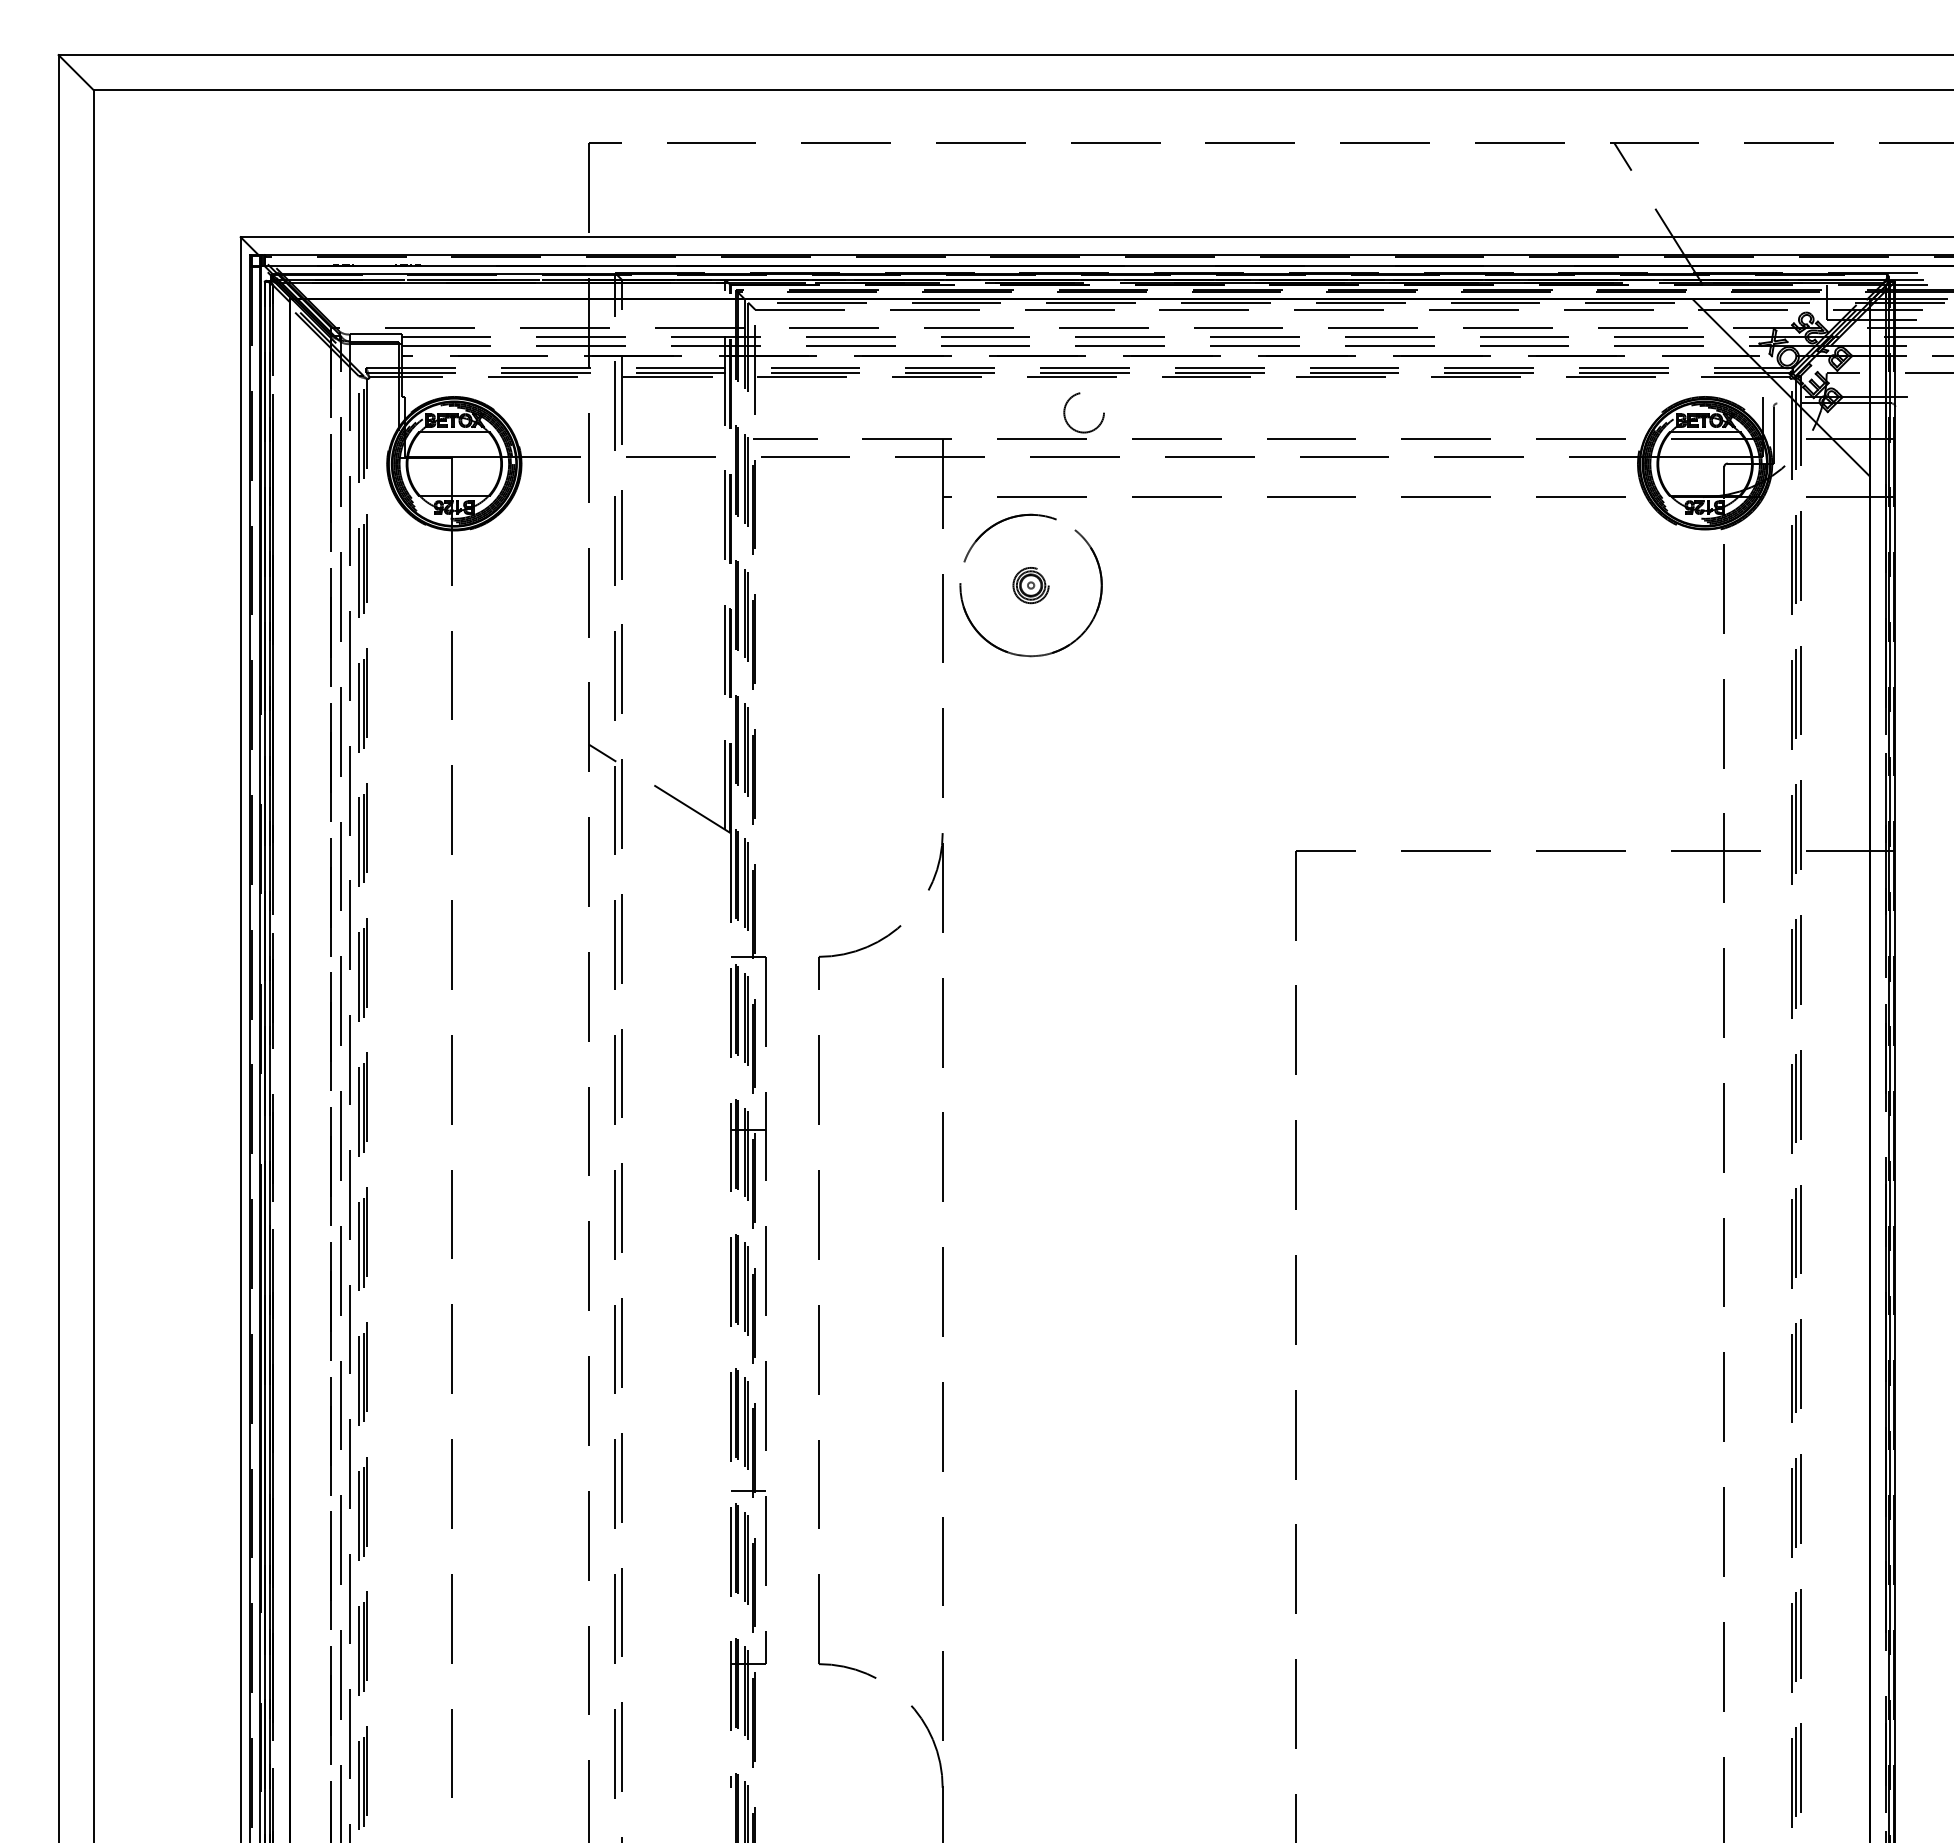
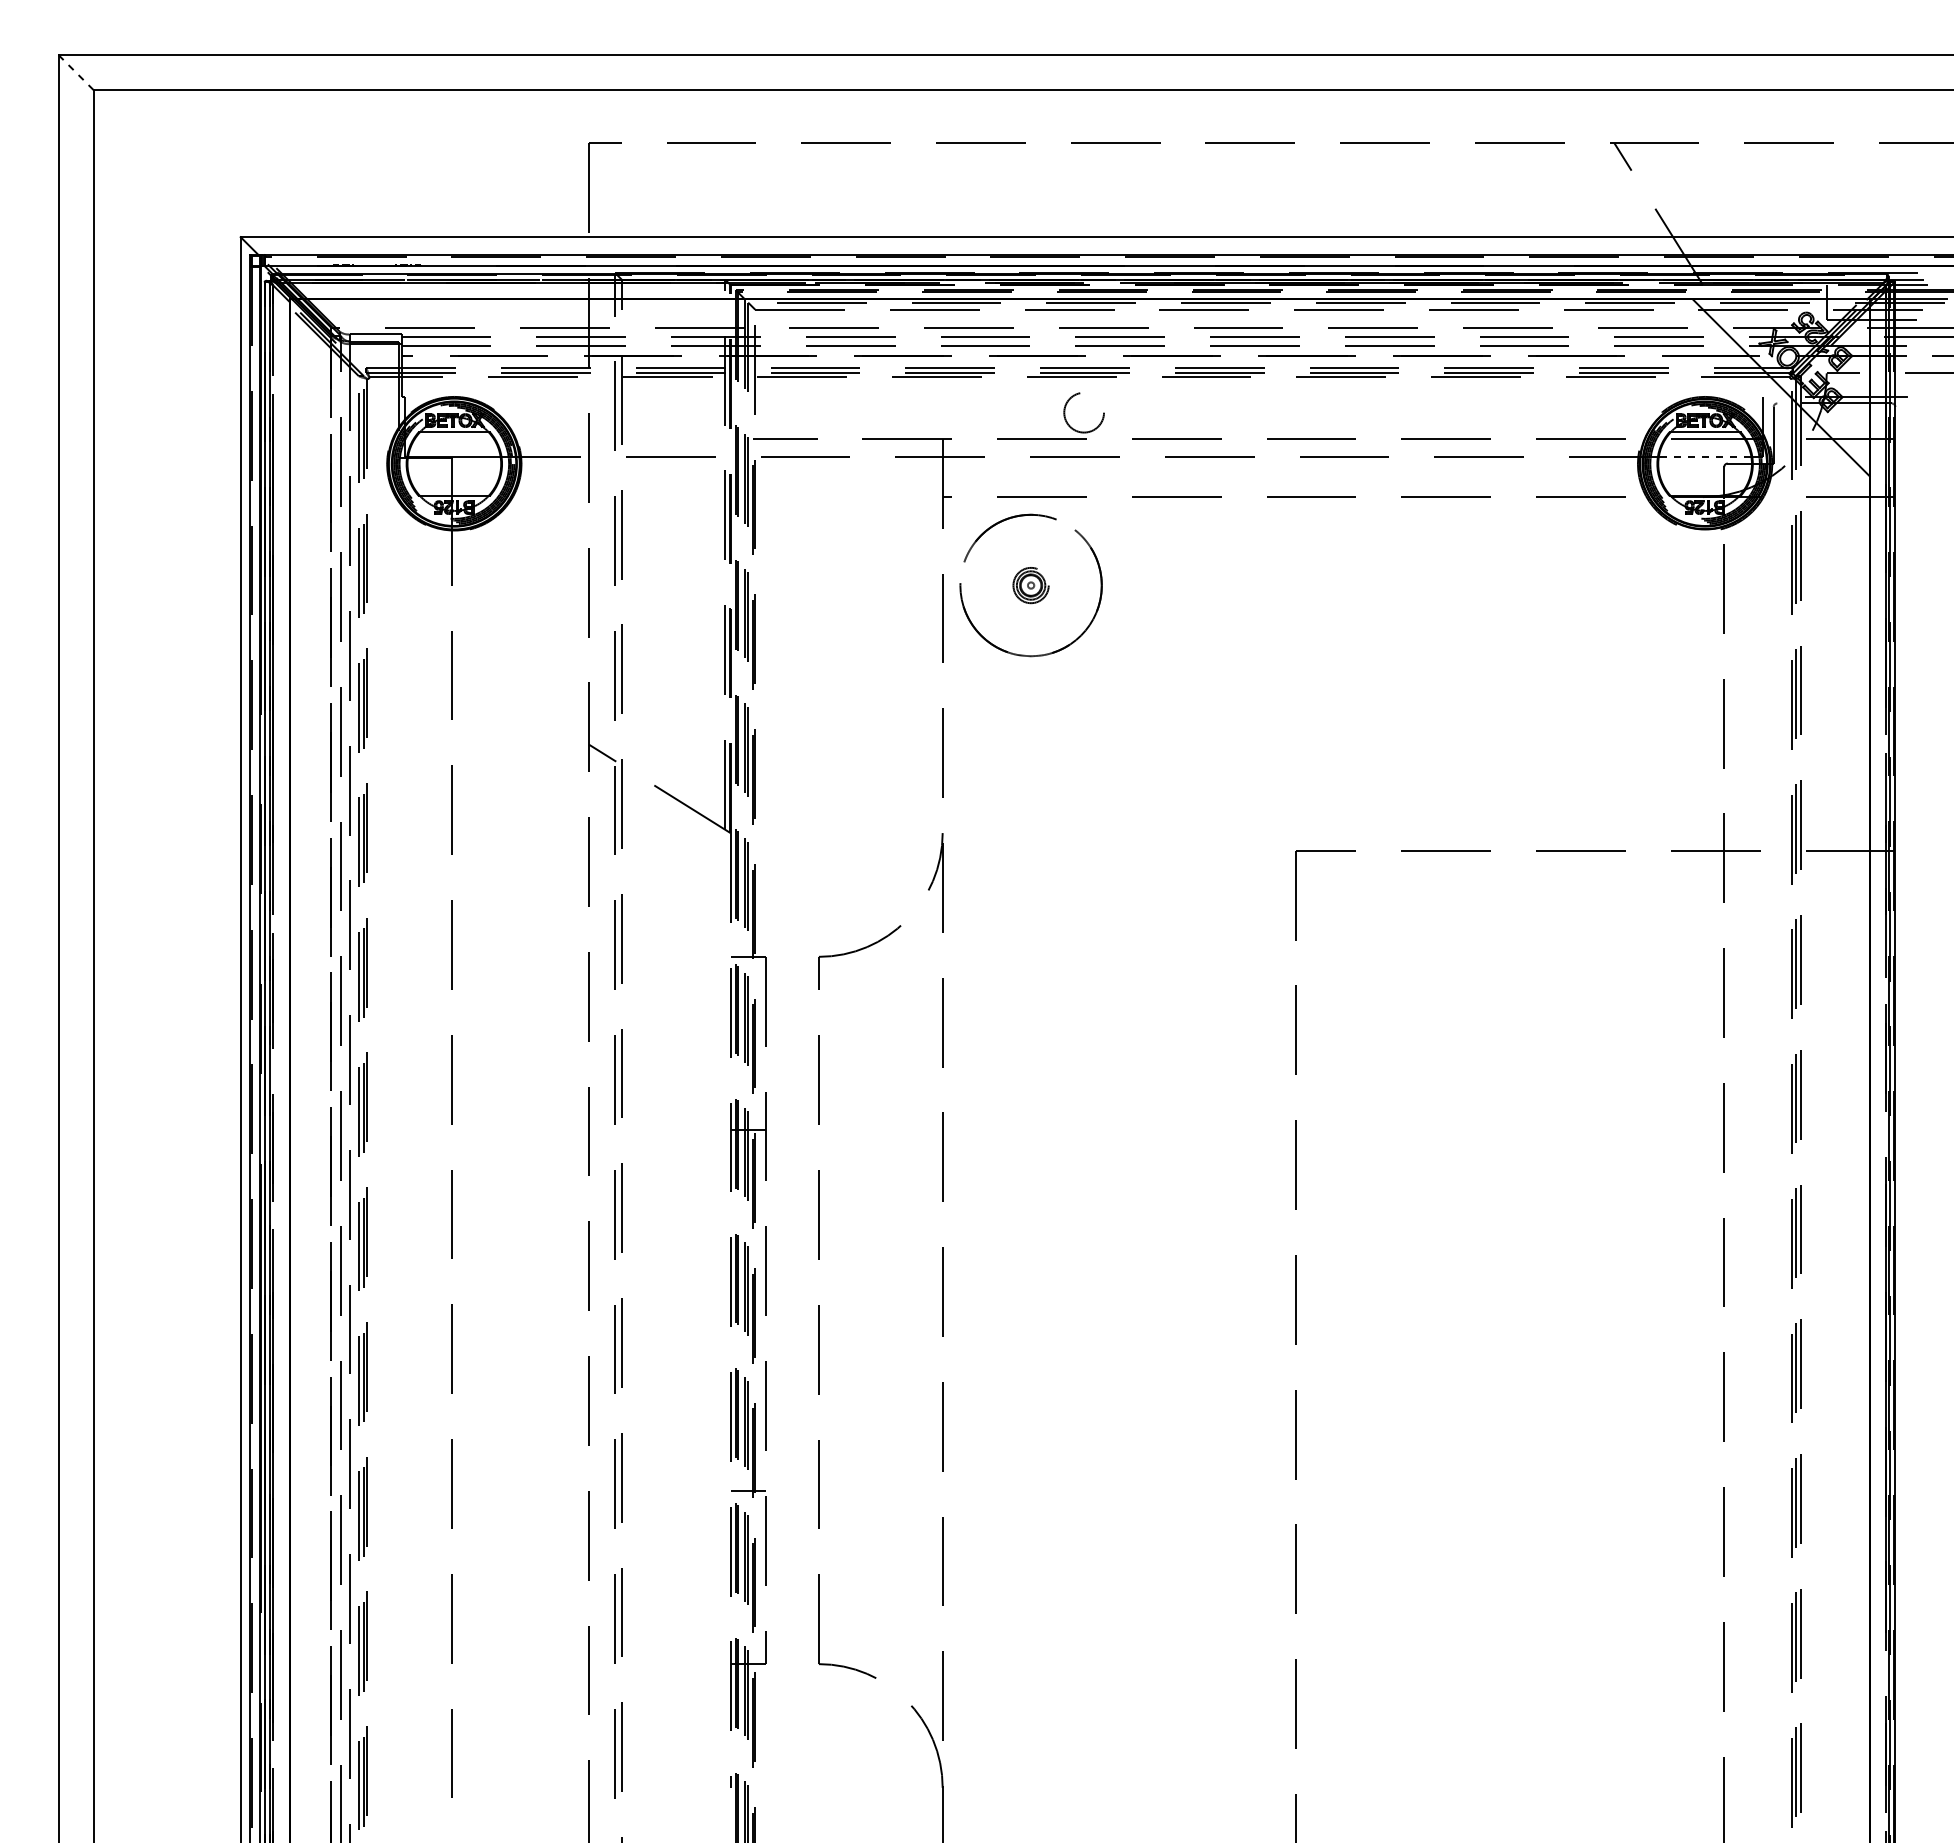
line at (76, 73): solid -> dashed
line at (1704, 456): solid -> dashed
